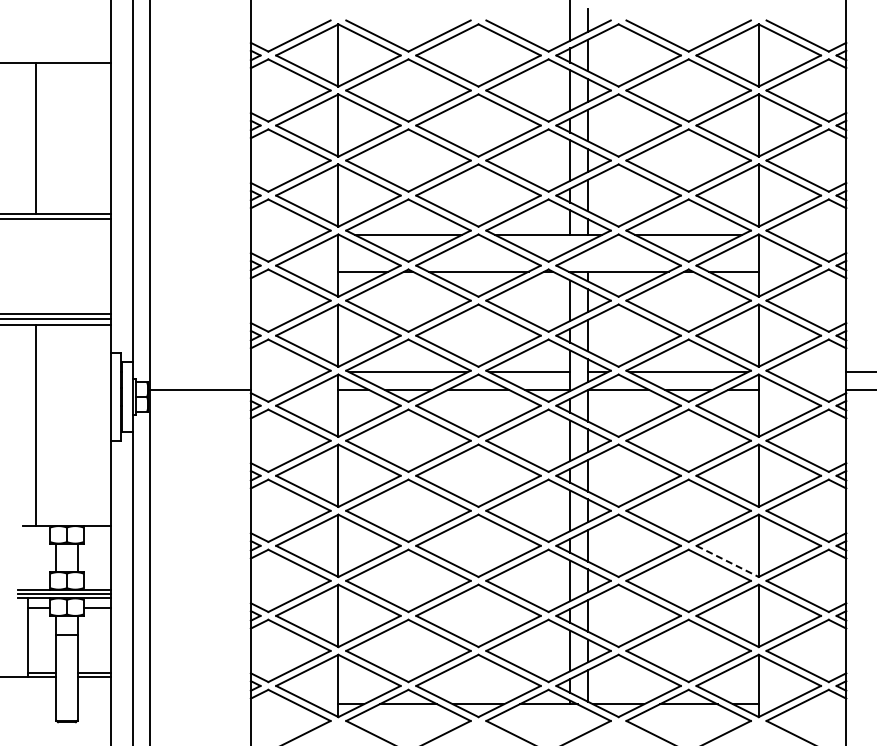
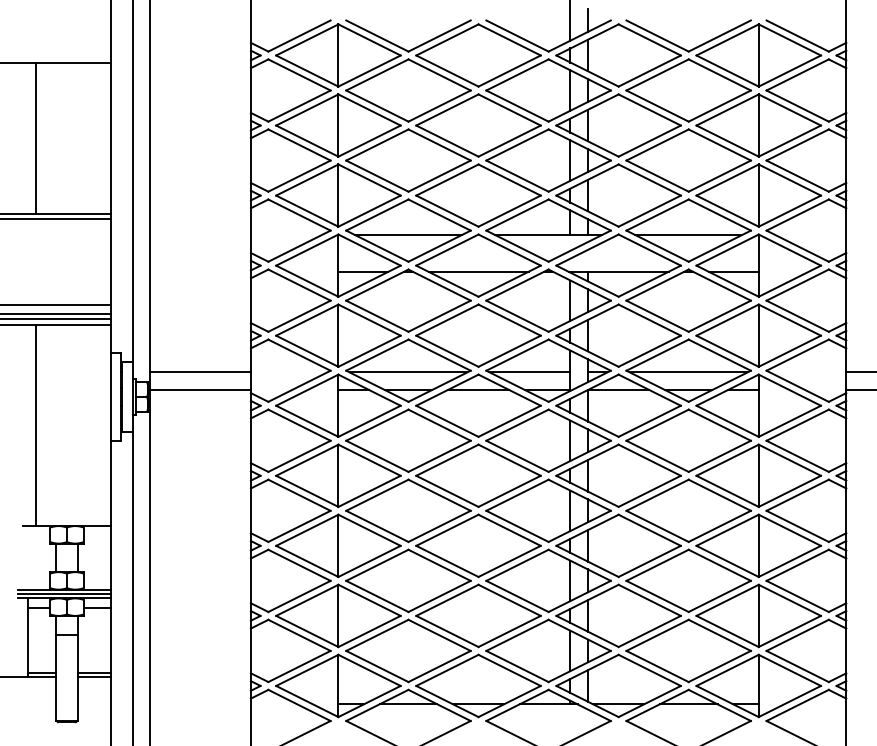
line at (56, 304): none -> present
line at (200, 372): none -> present
line at (727, 561): dashed -> solid
